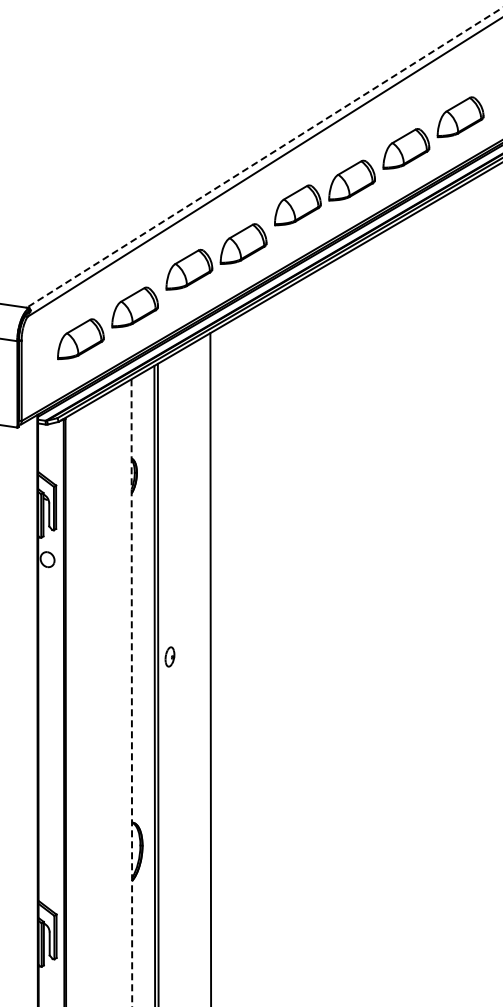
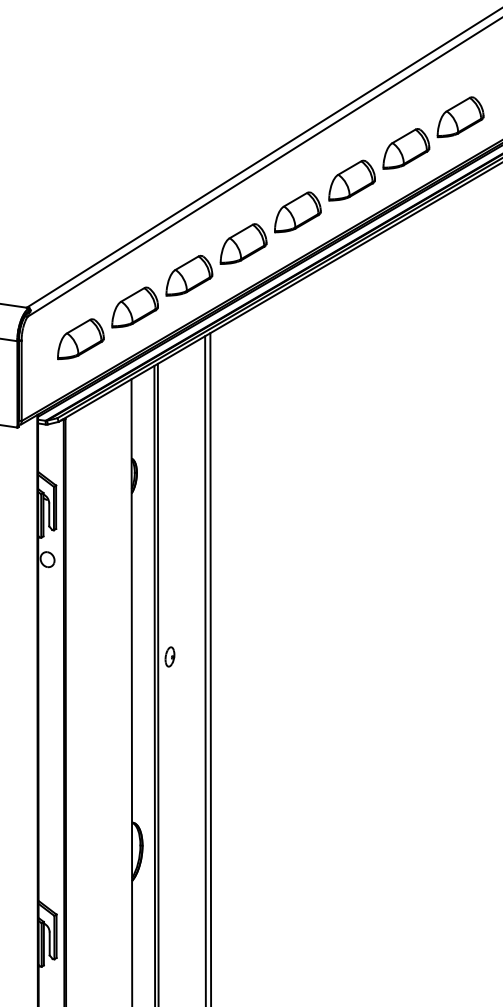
line at (264, 157): dashed -> solid
part at (297, 205) position: (297, 205) -> (297, 212)
part at (189, 269) position: (189, 269) -> (189, 275)
line at (205, 669): none -> present
line at (131, 693): dashed -> solid
